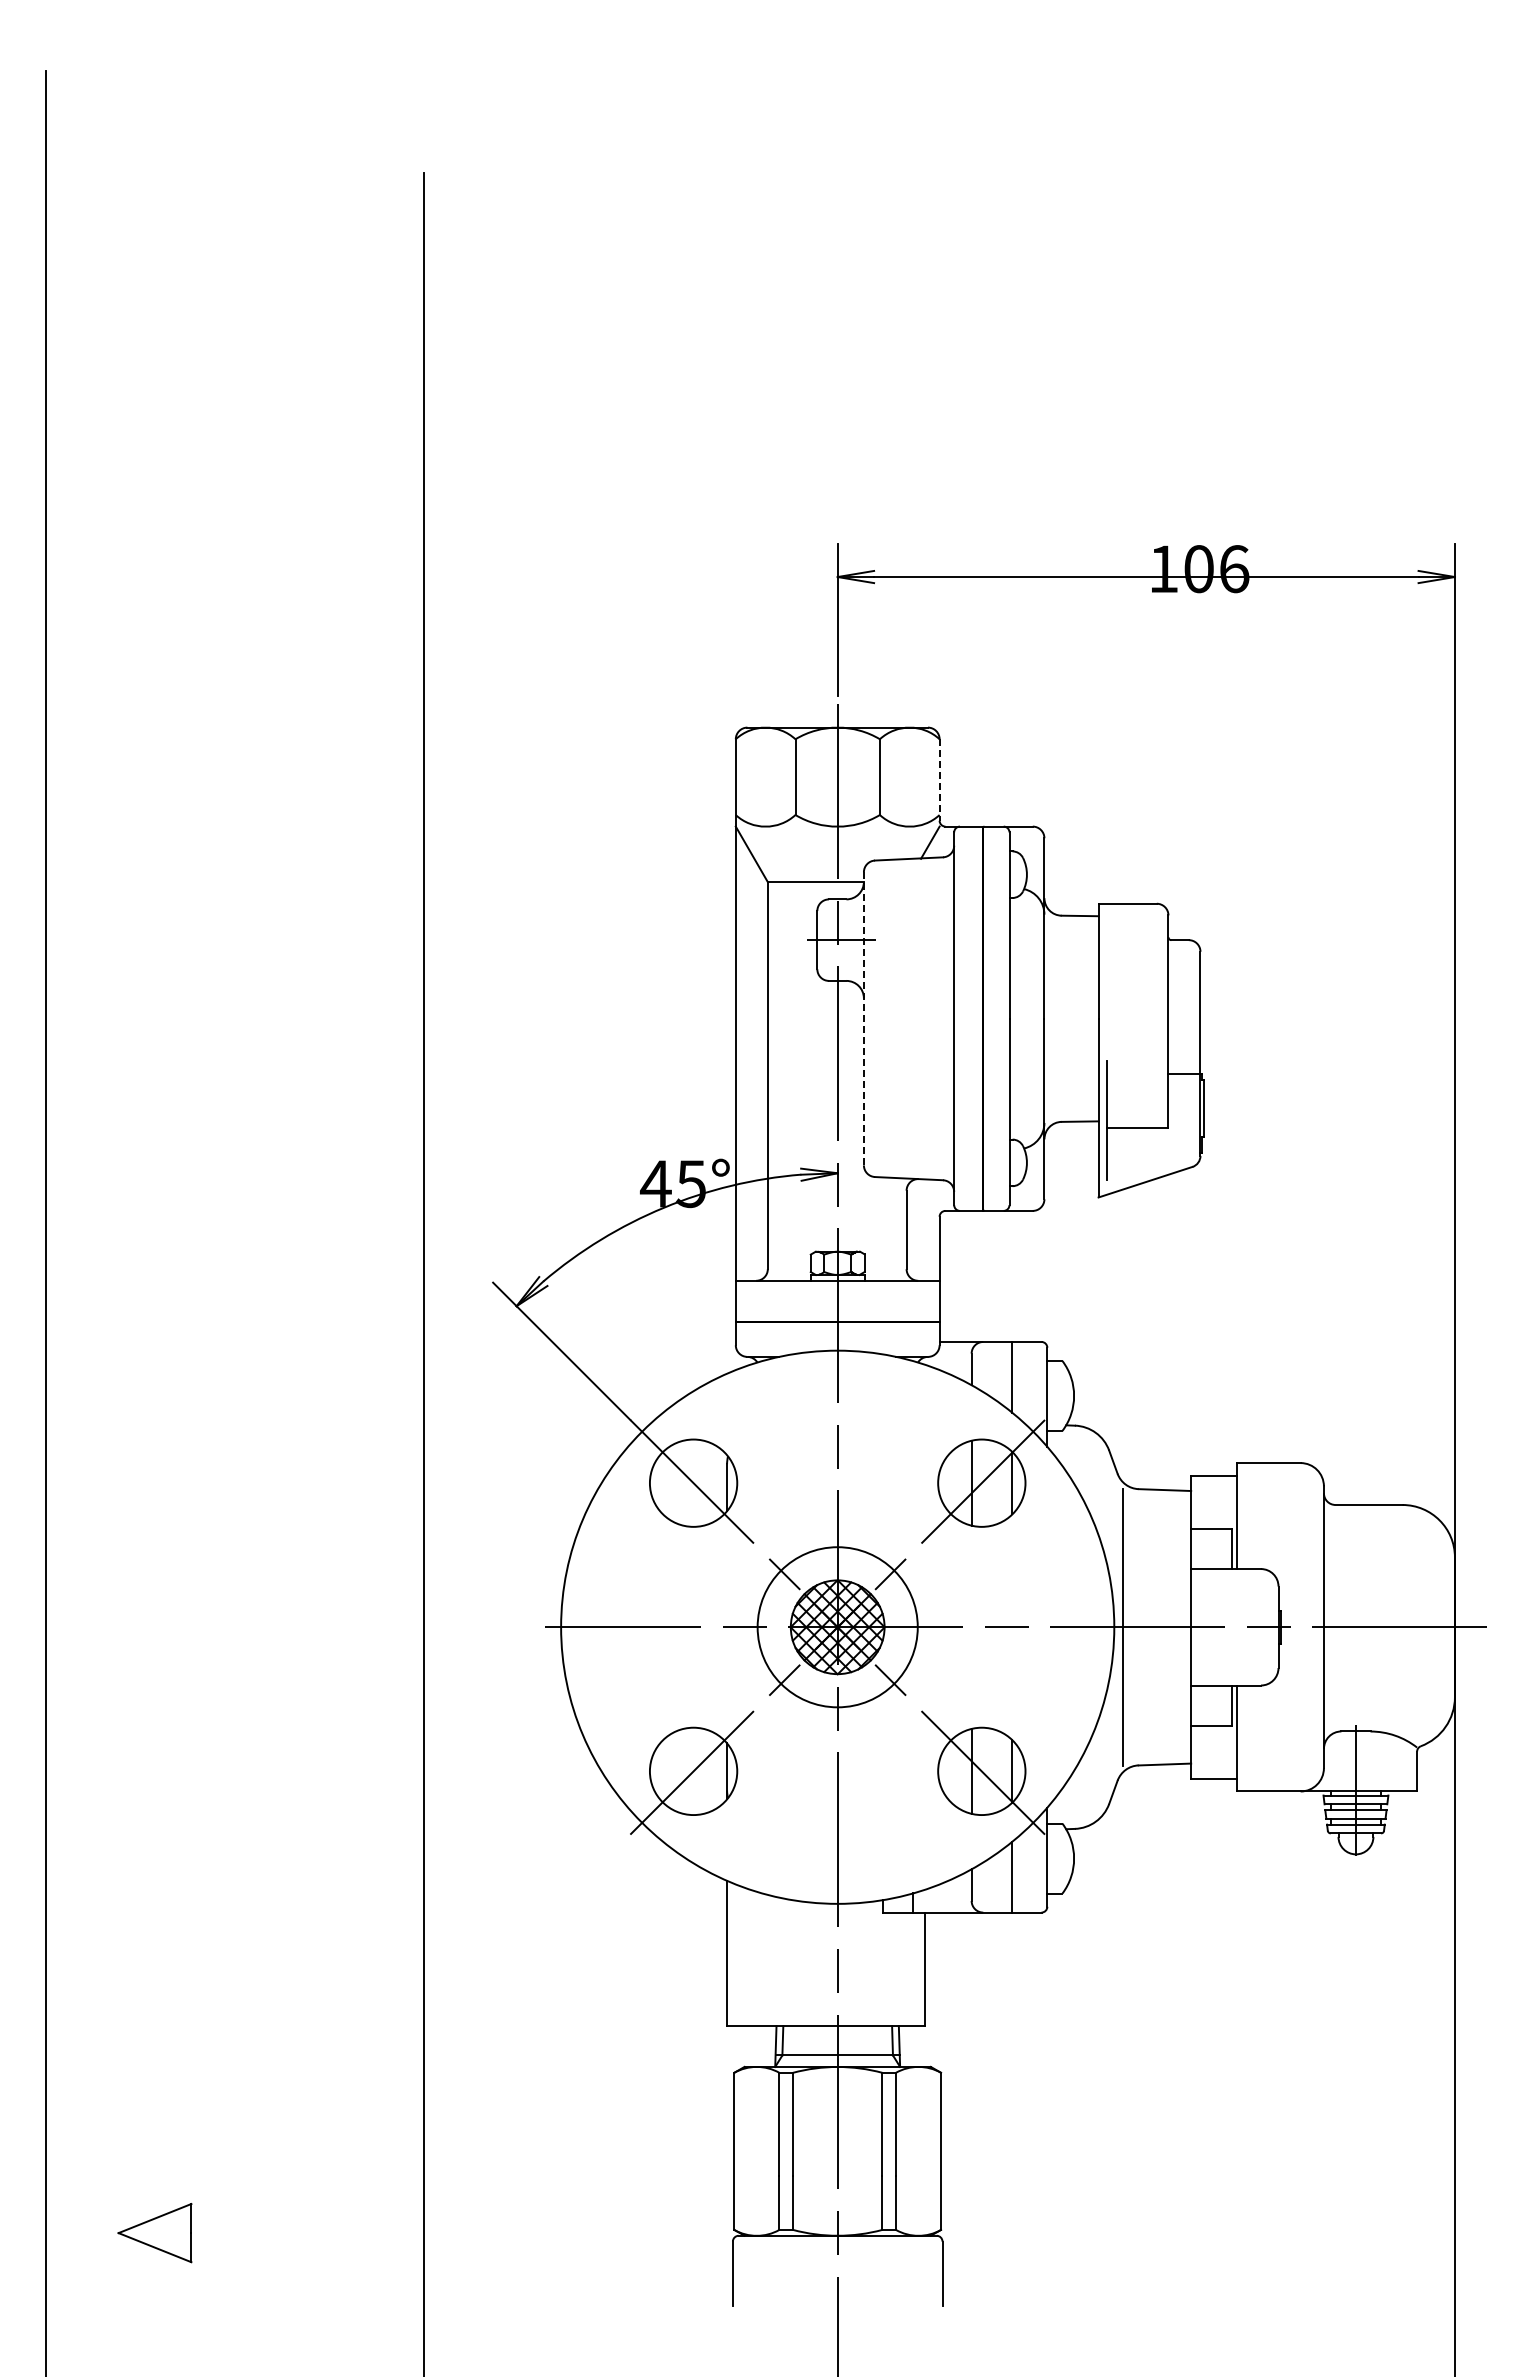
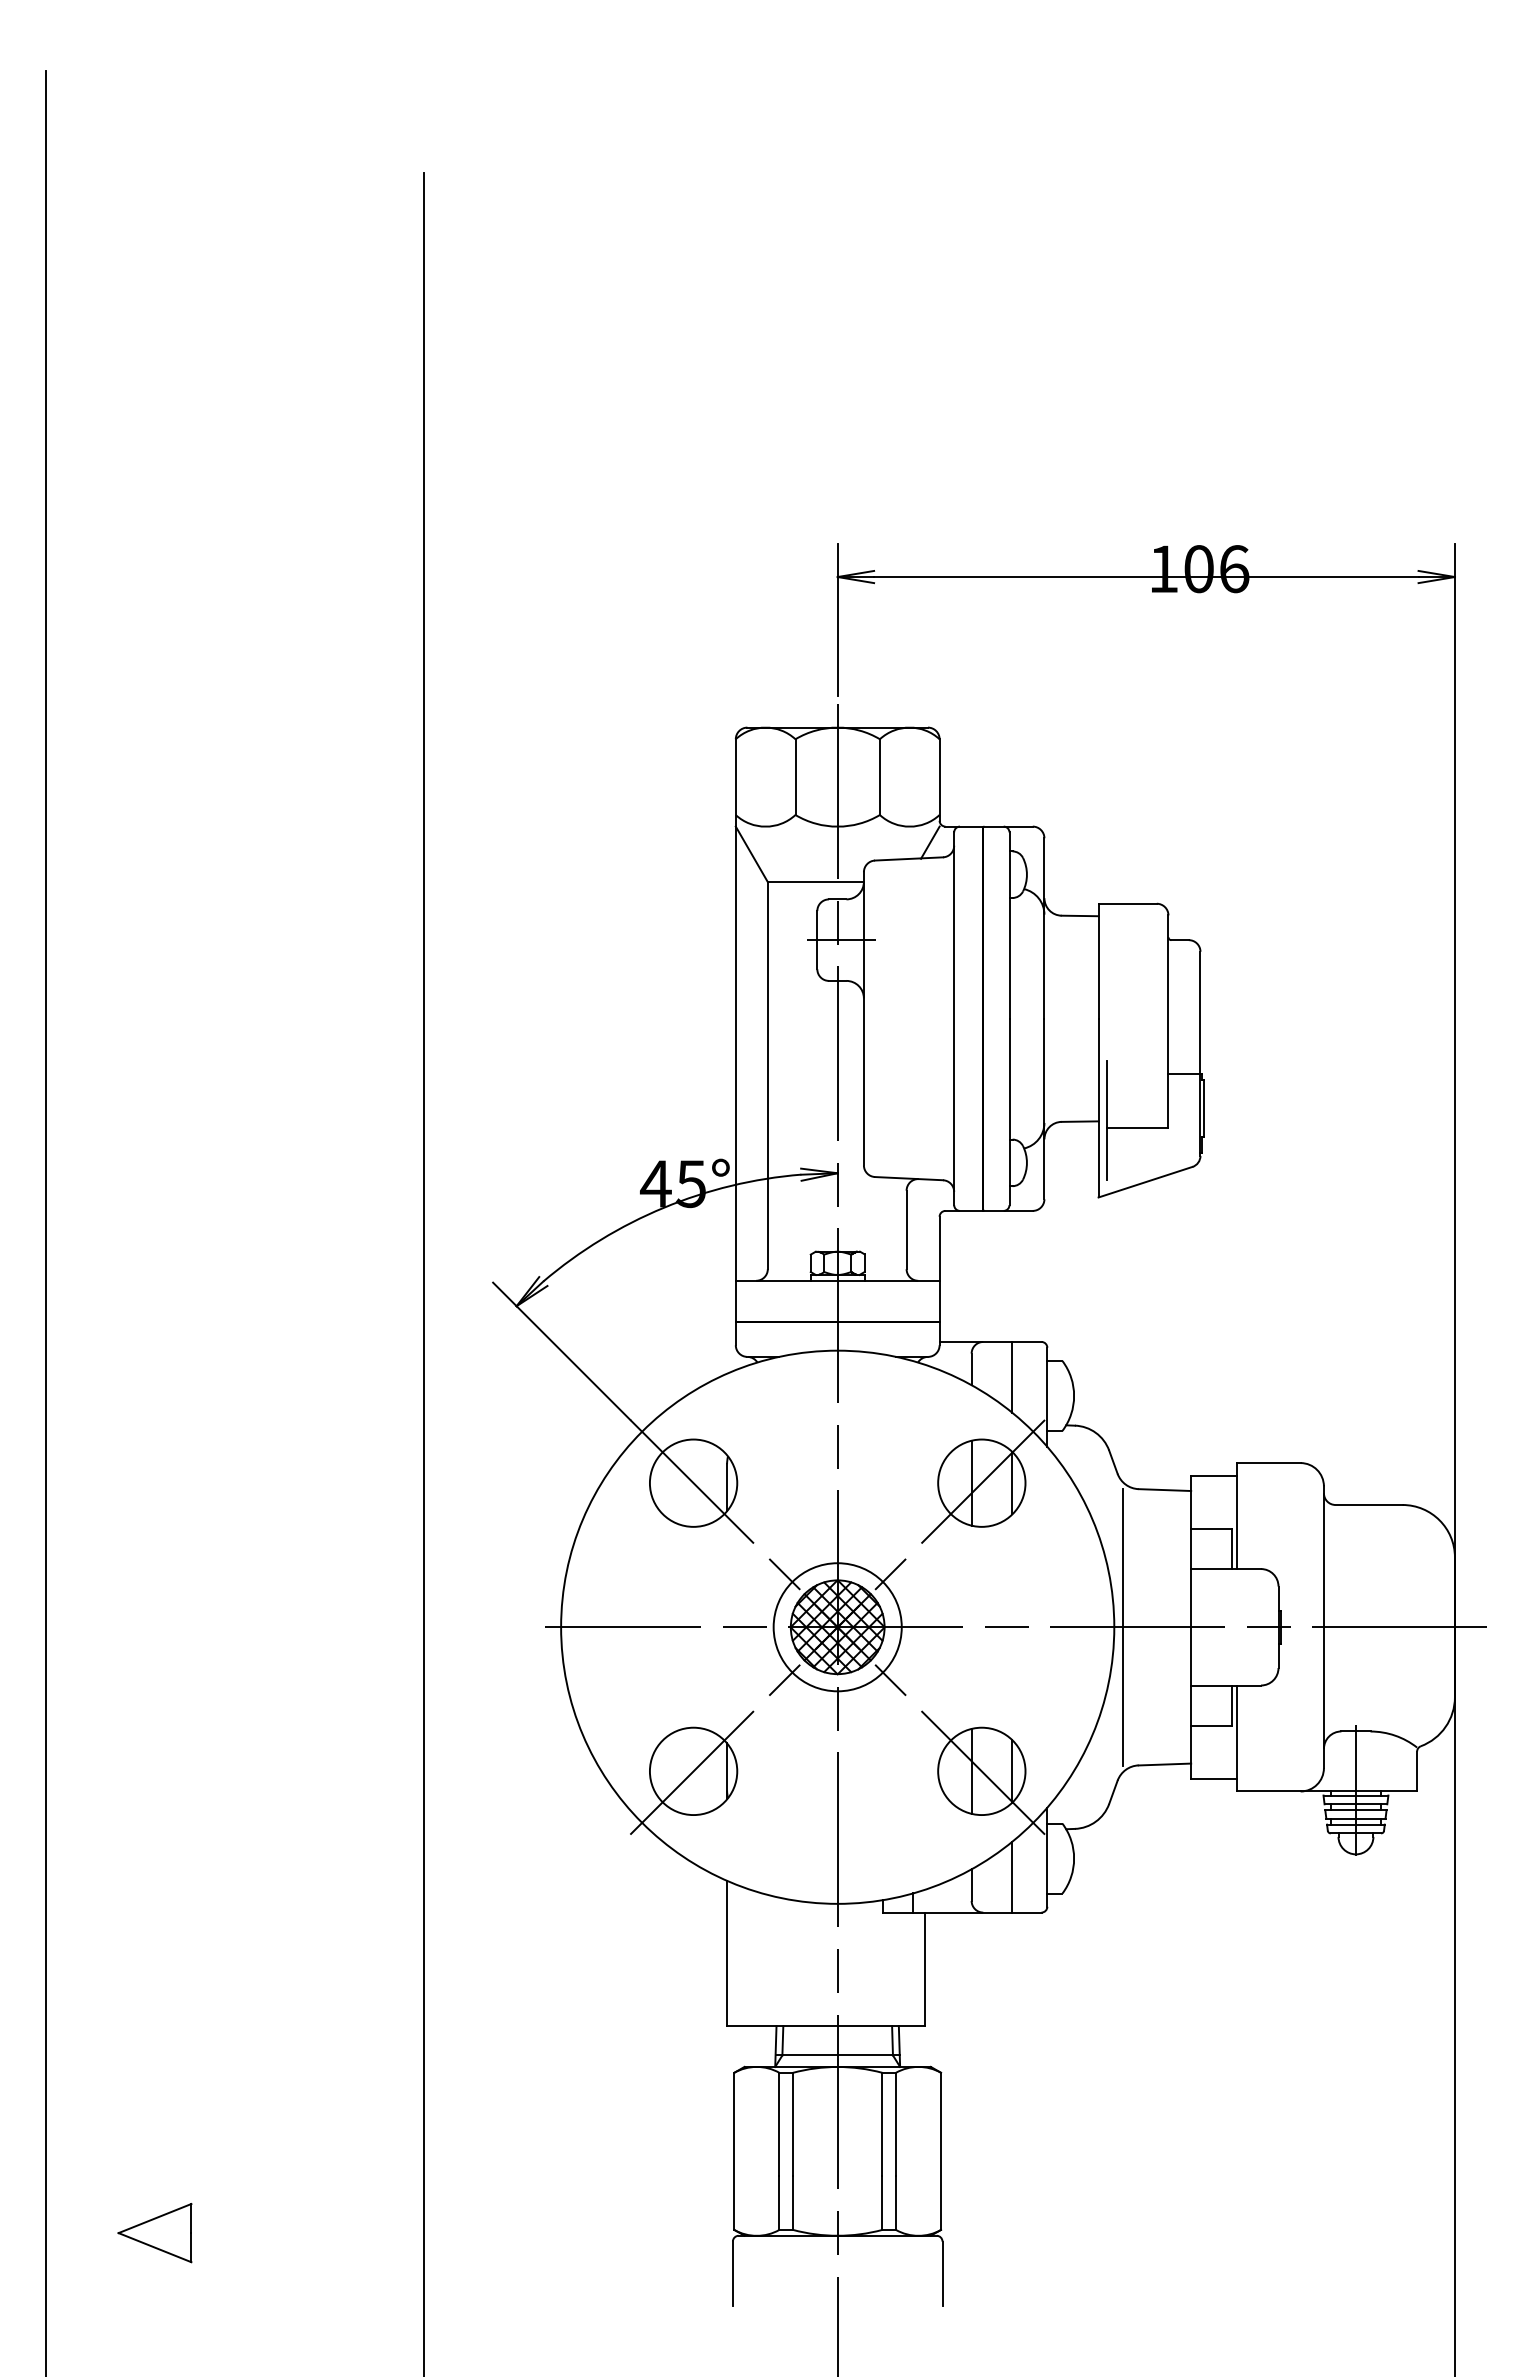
line at (939, 780): dashed -> solid
line at (863, 1018): dashed -> solid
circle at (837, 1627) diameter: 160 px -> 128 px
